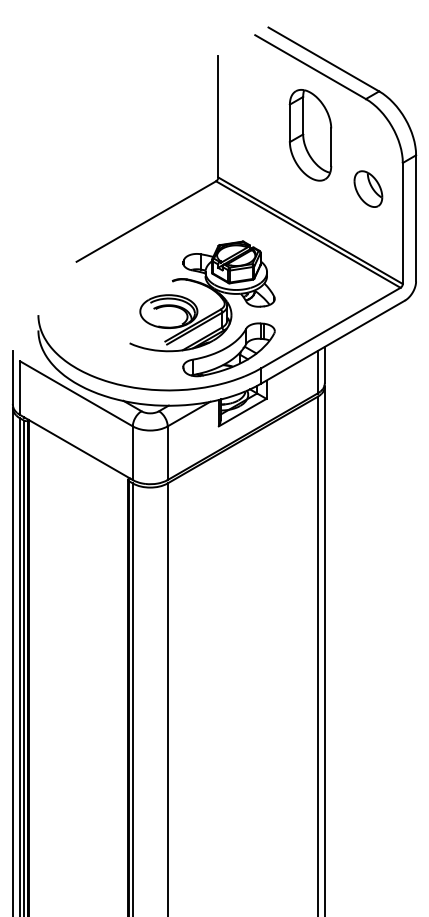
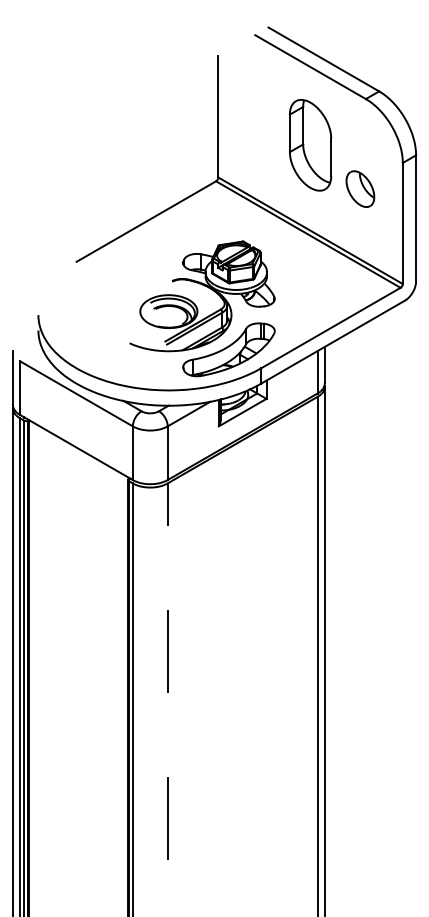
part at (310, 135) position: (310, 135) -> (310, 145)
part at (368, 188) position: (368, 188) -> (360, 188)
line at (167, 699): solid -> dashed
